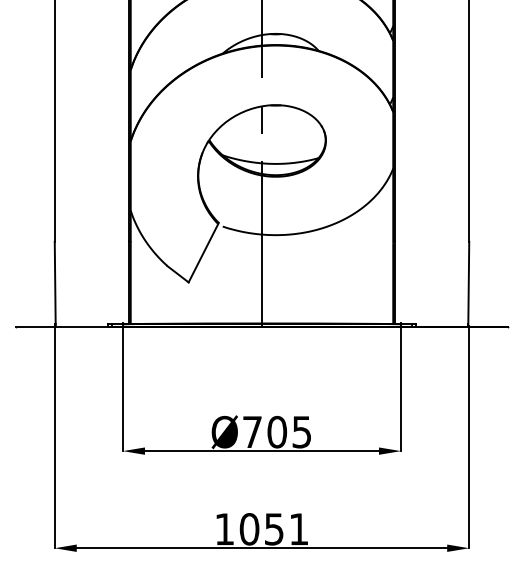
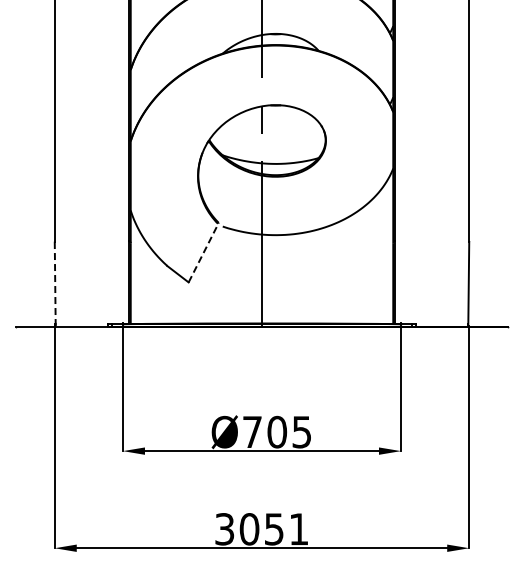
line at (203, 252): solid -> dashed
line at (55, 284): solid -> dashed
text at (224, 529): 1051 -> 3051
